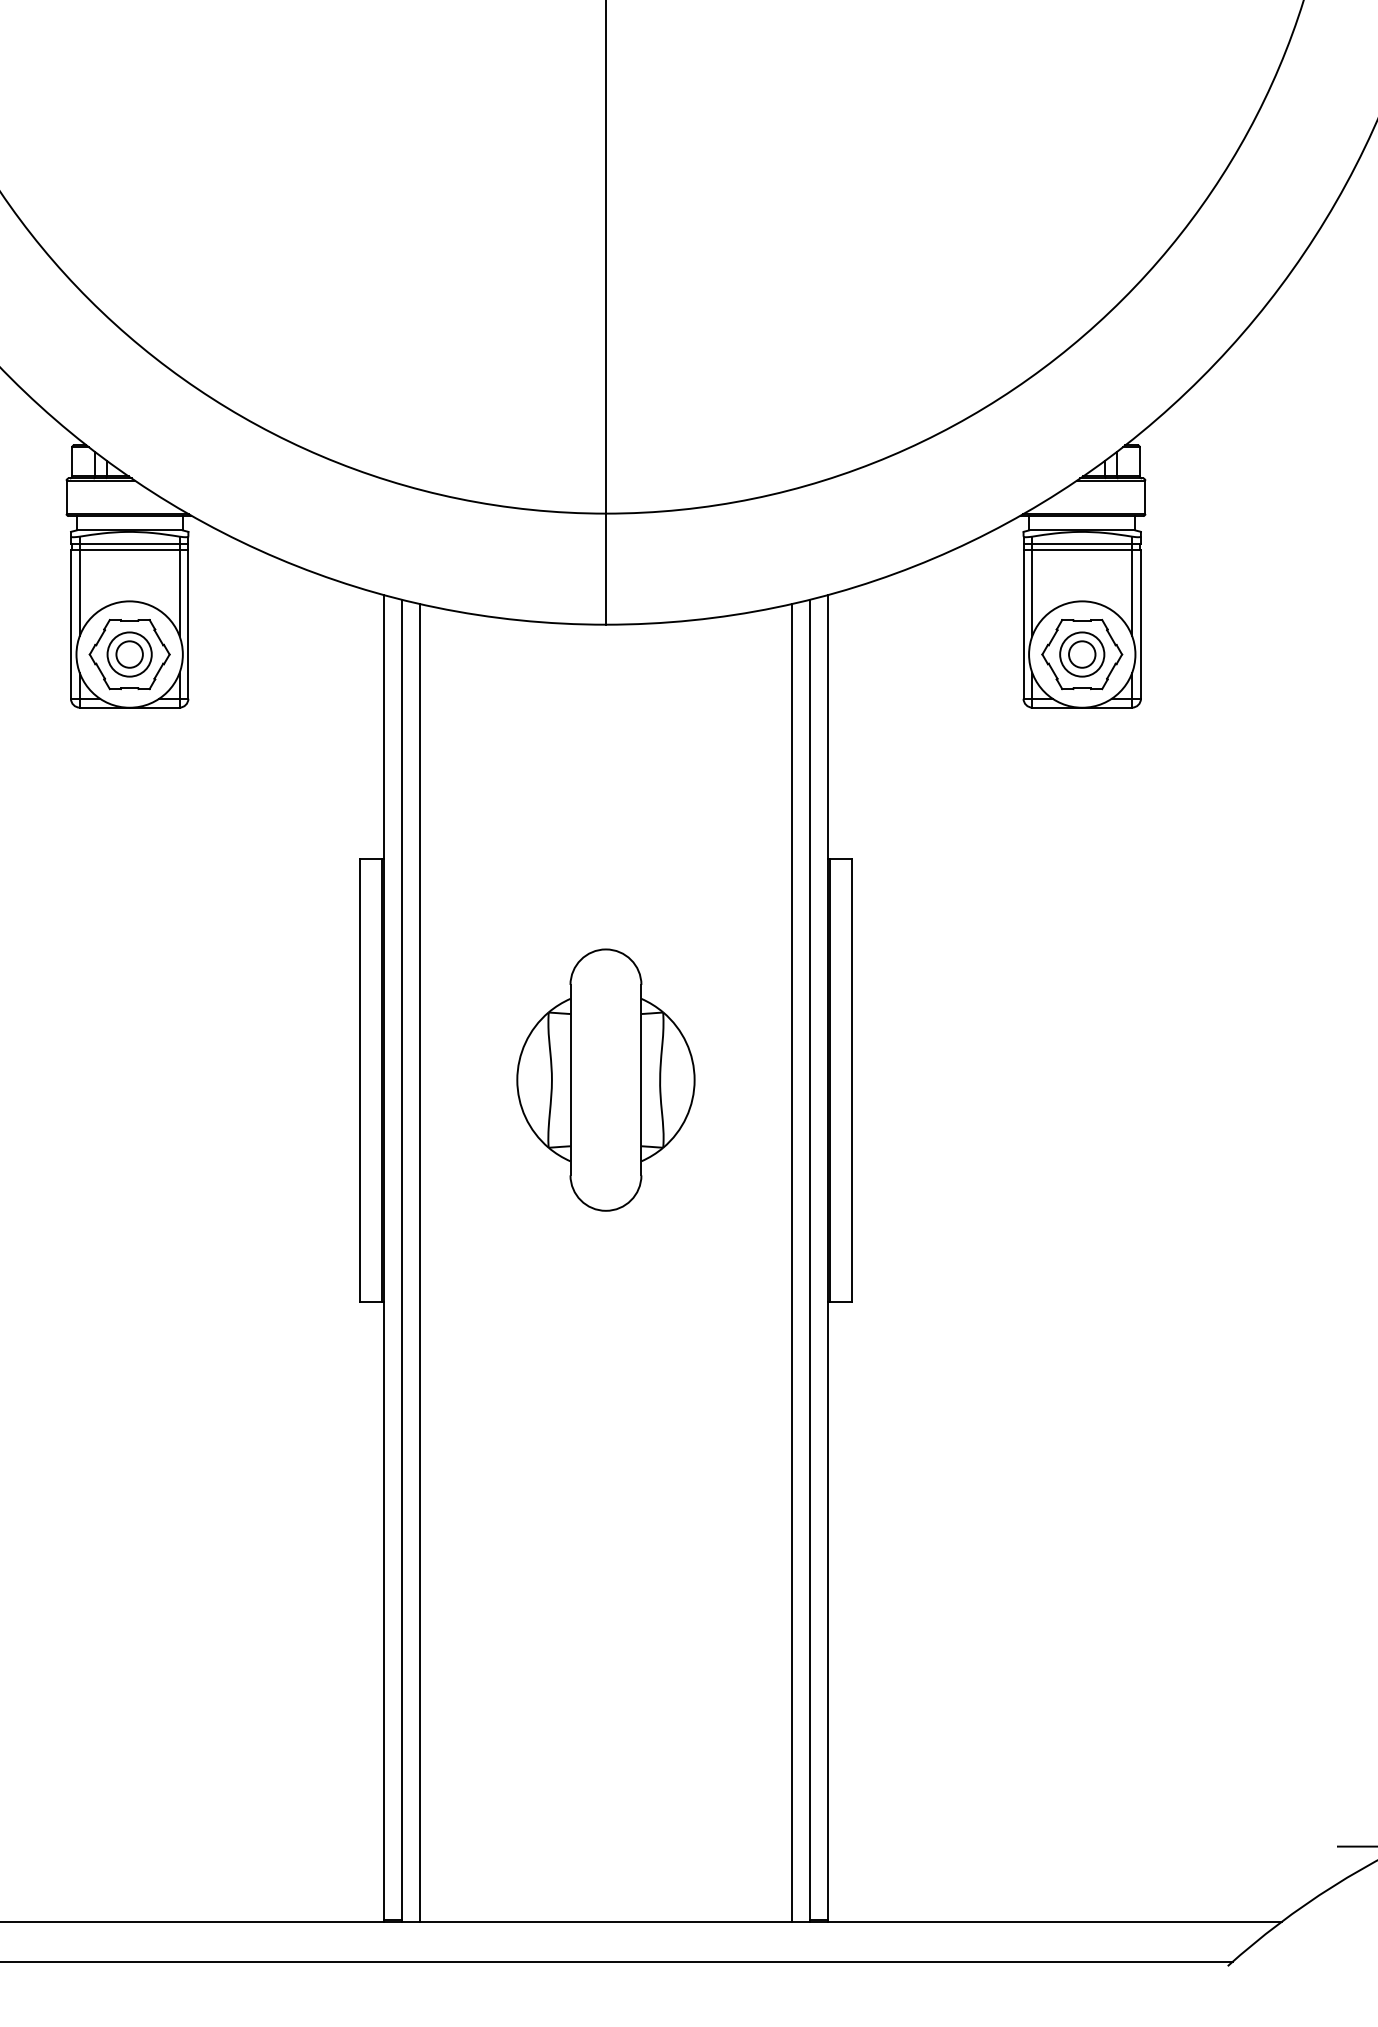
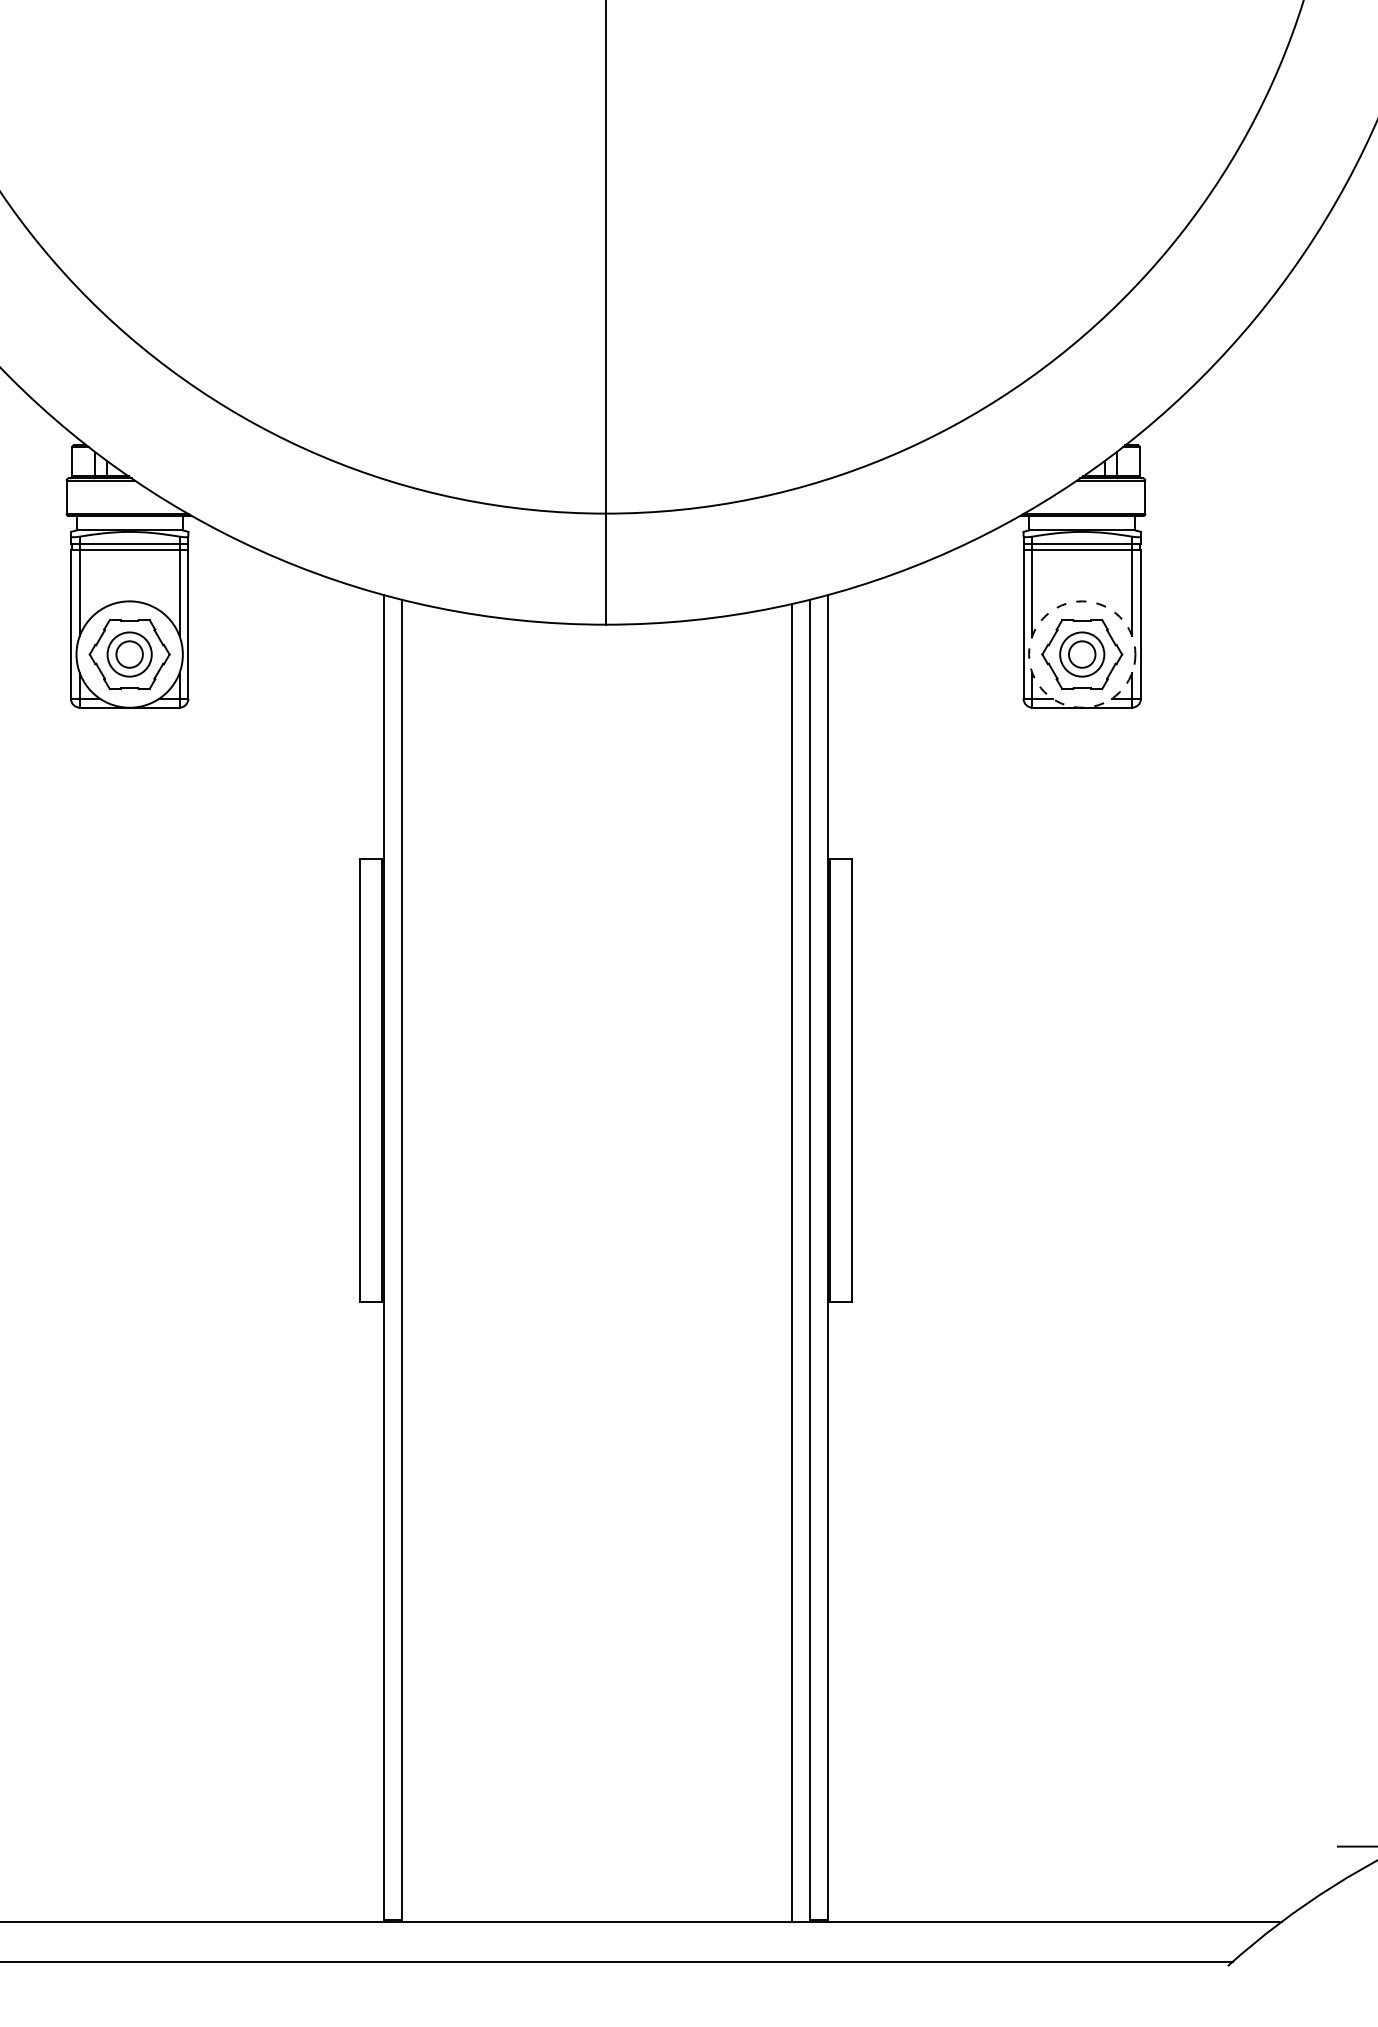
circle at (1082, 654): solid -> dashed
part at (605, 1079): present -> none
line at (419, 1262): present -> none
